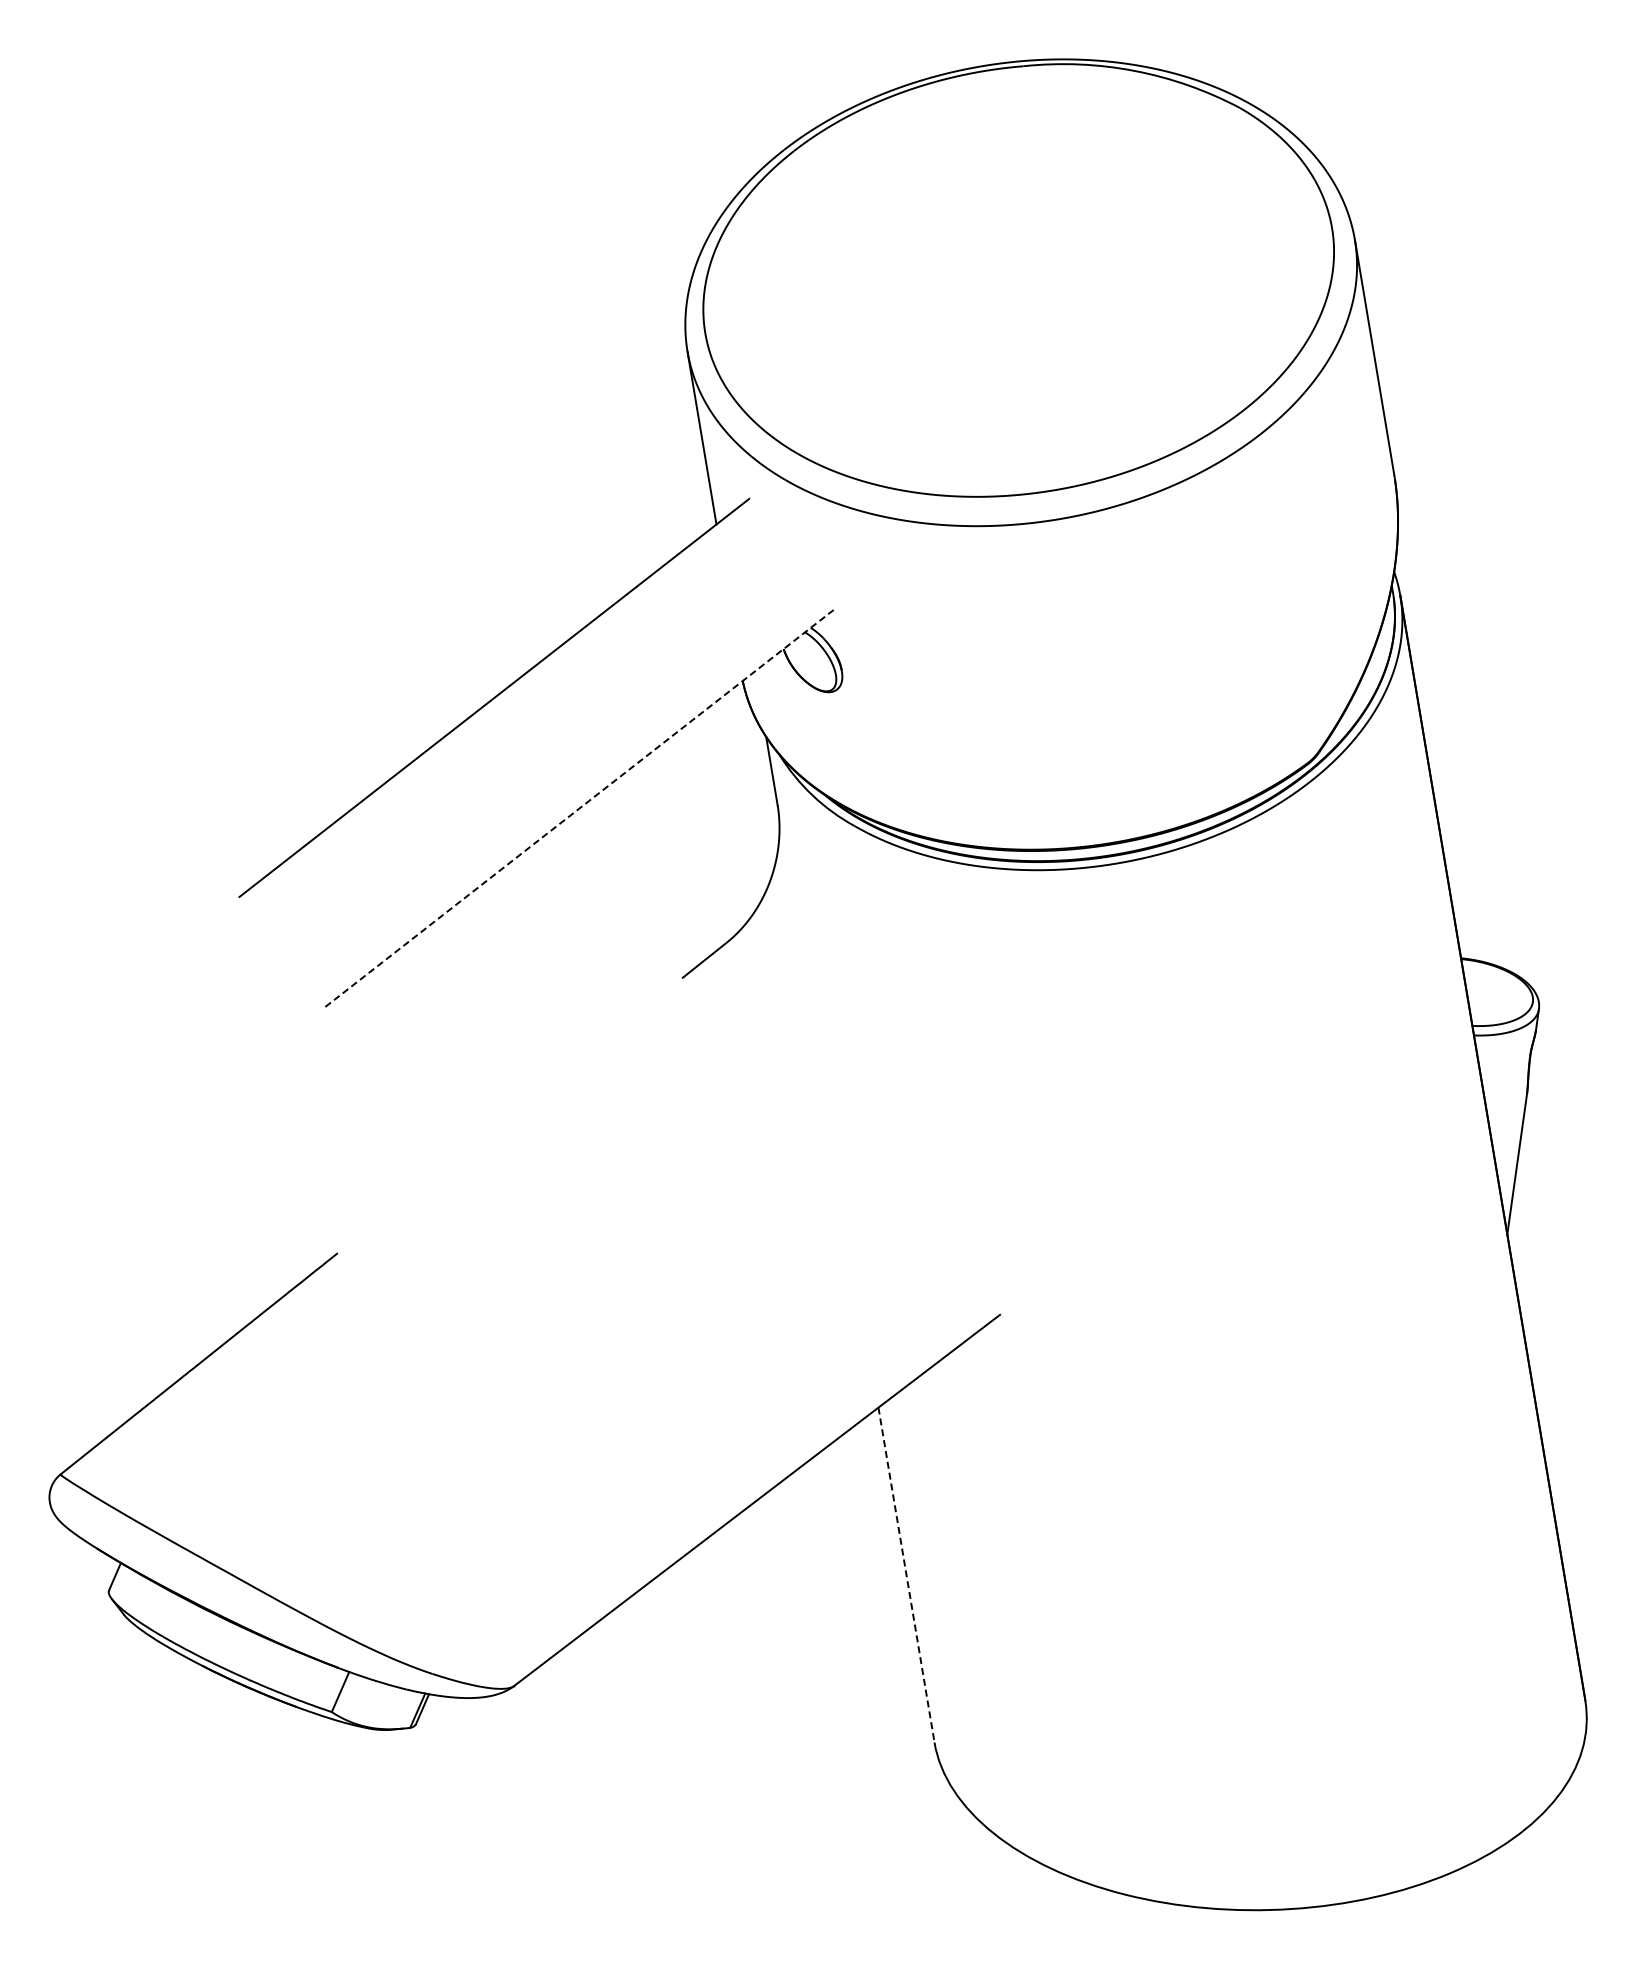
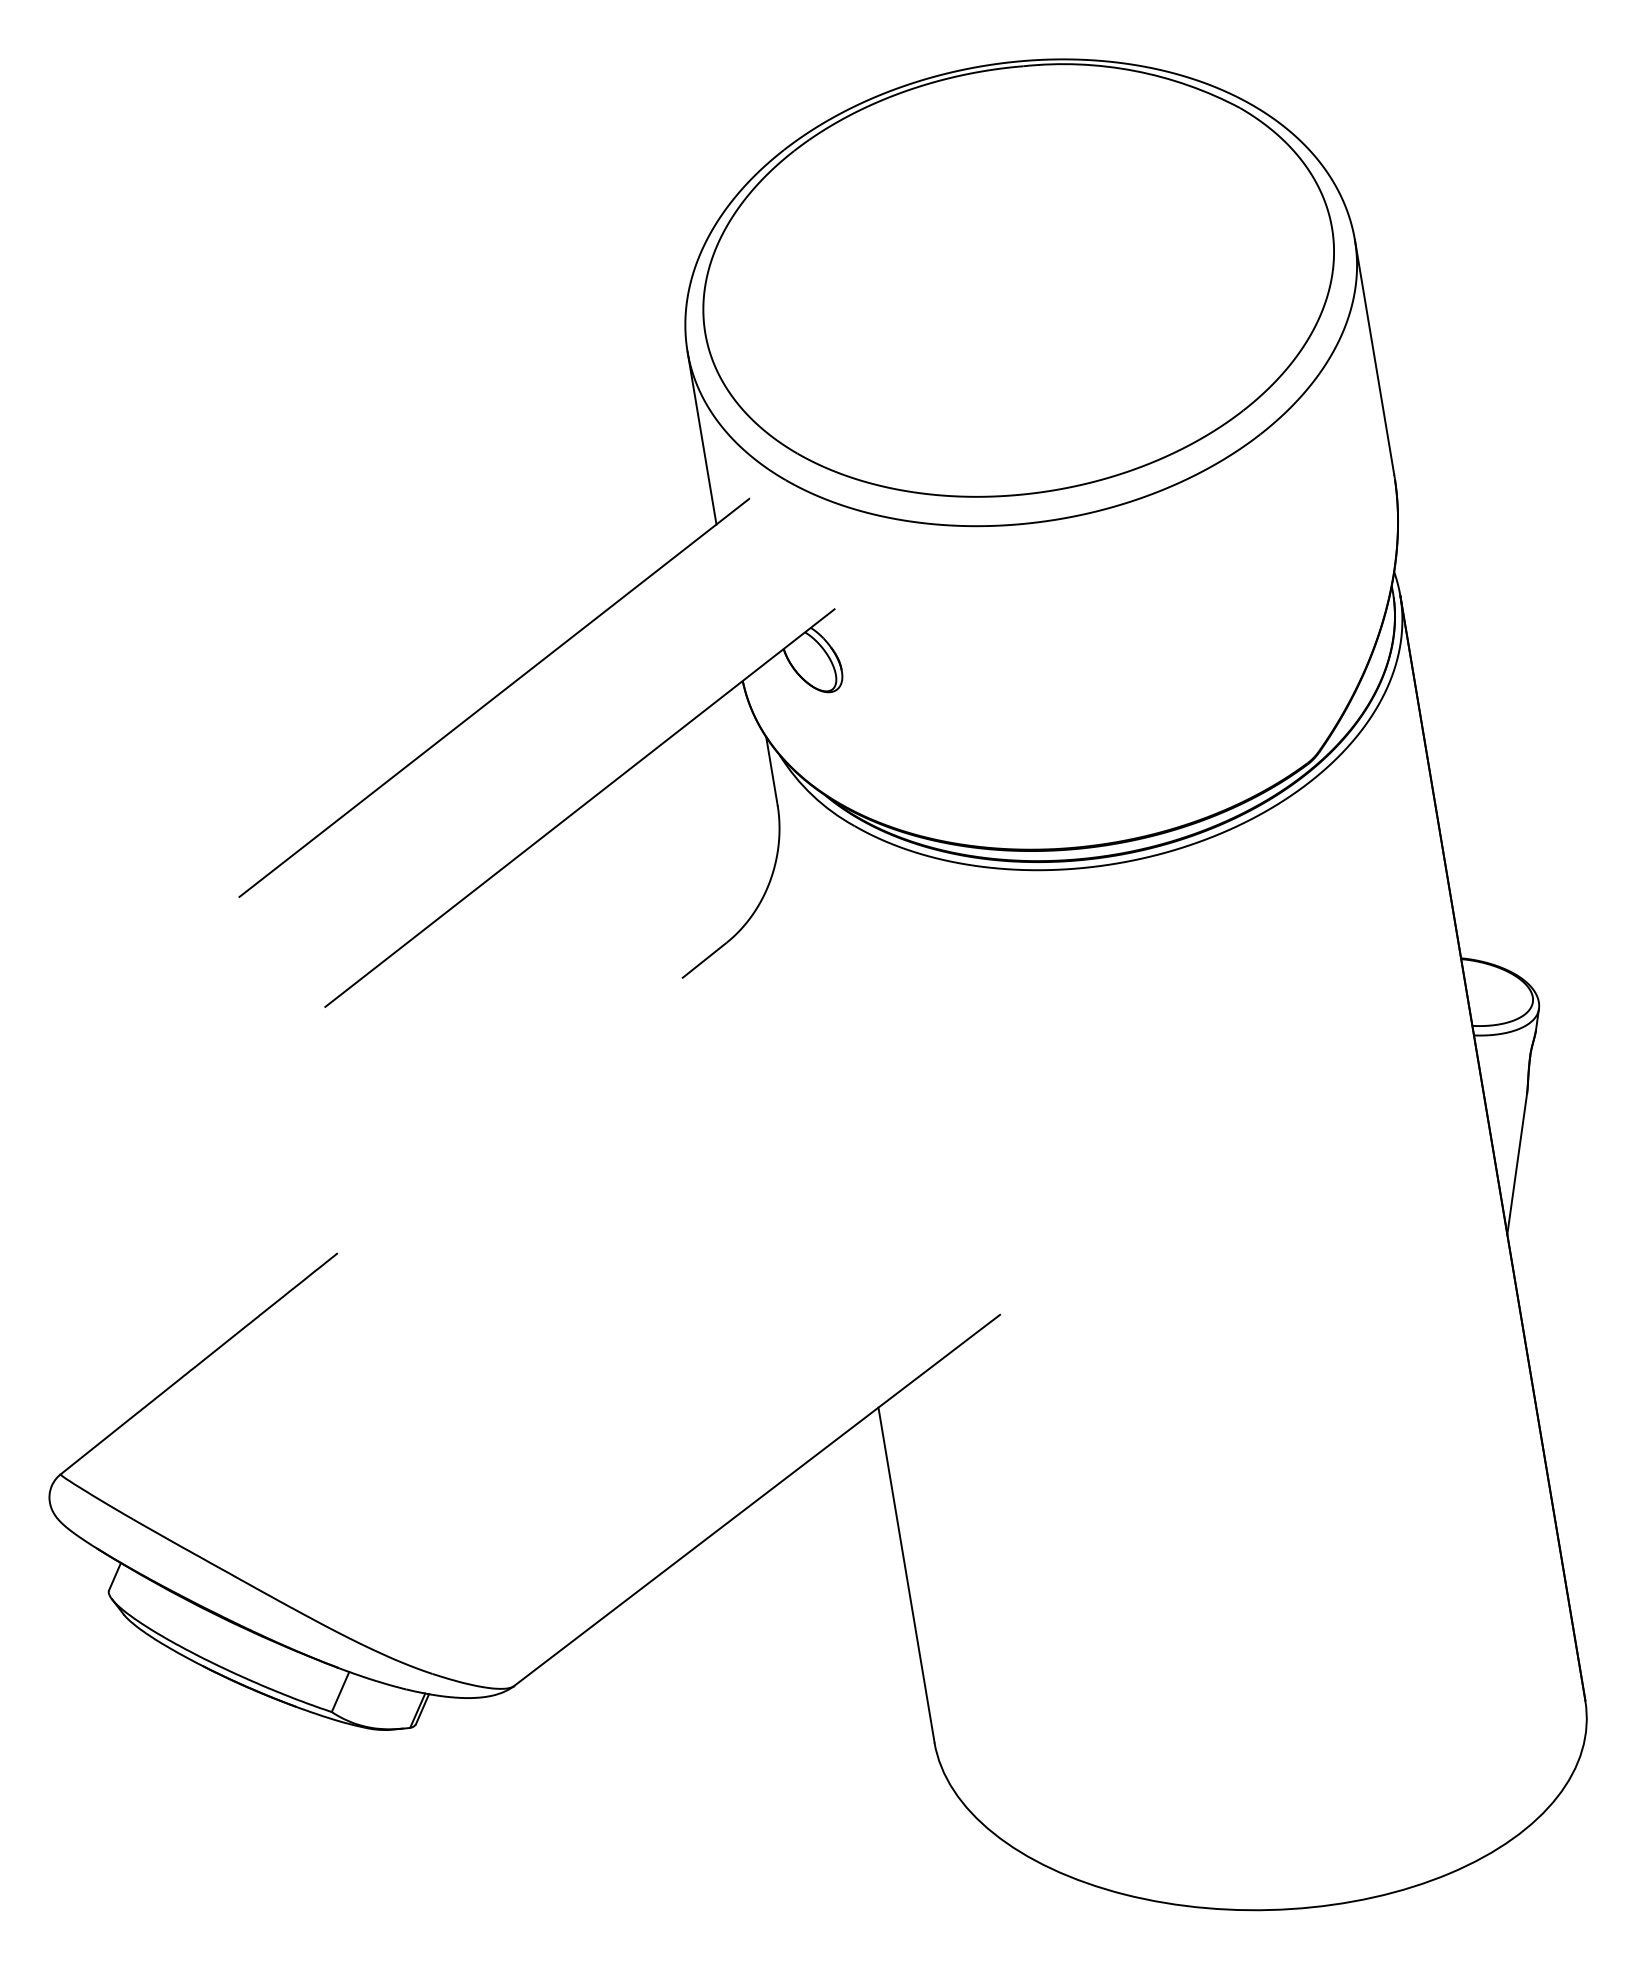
line at (580, 807): dashed -> solid
line at (906, 1575): dashed -> solid
